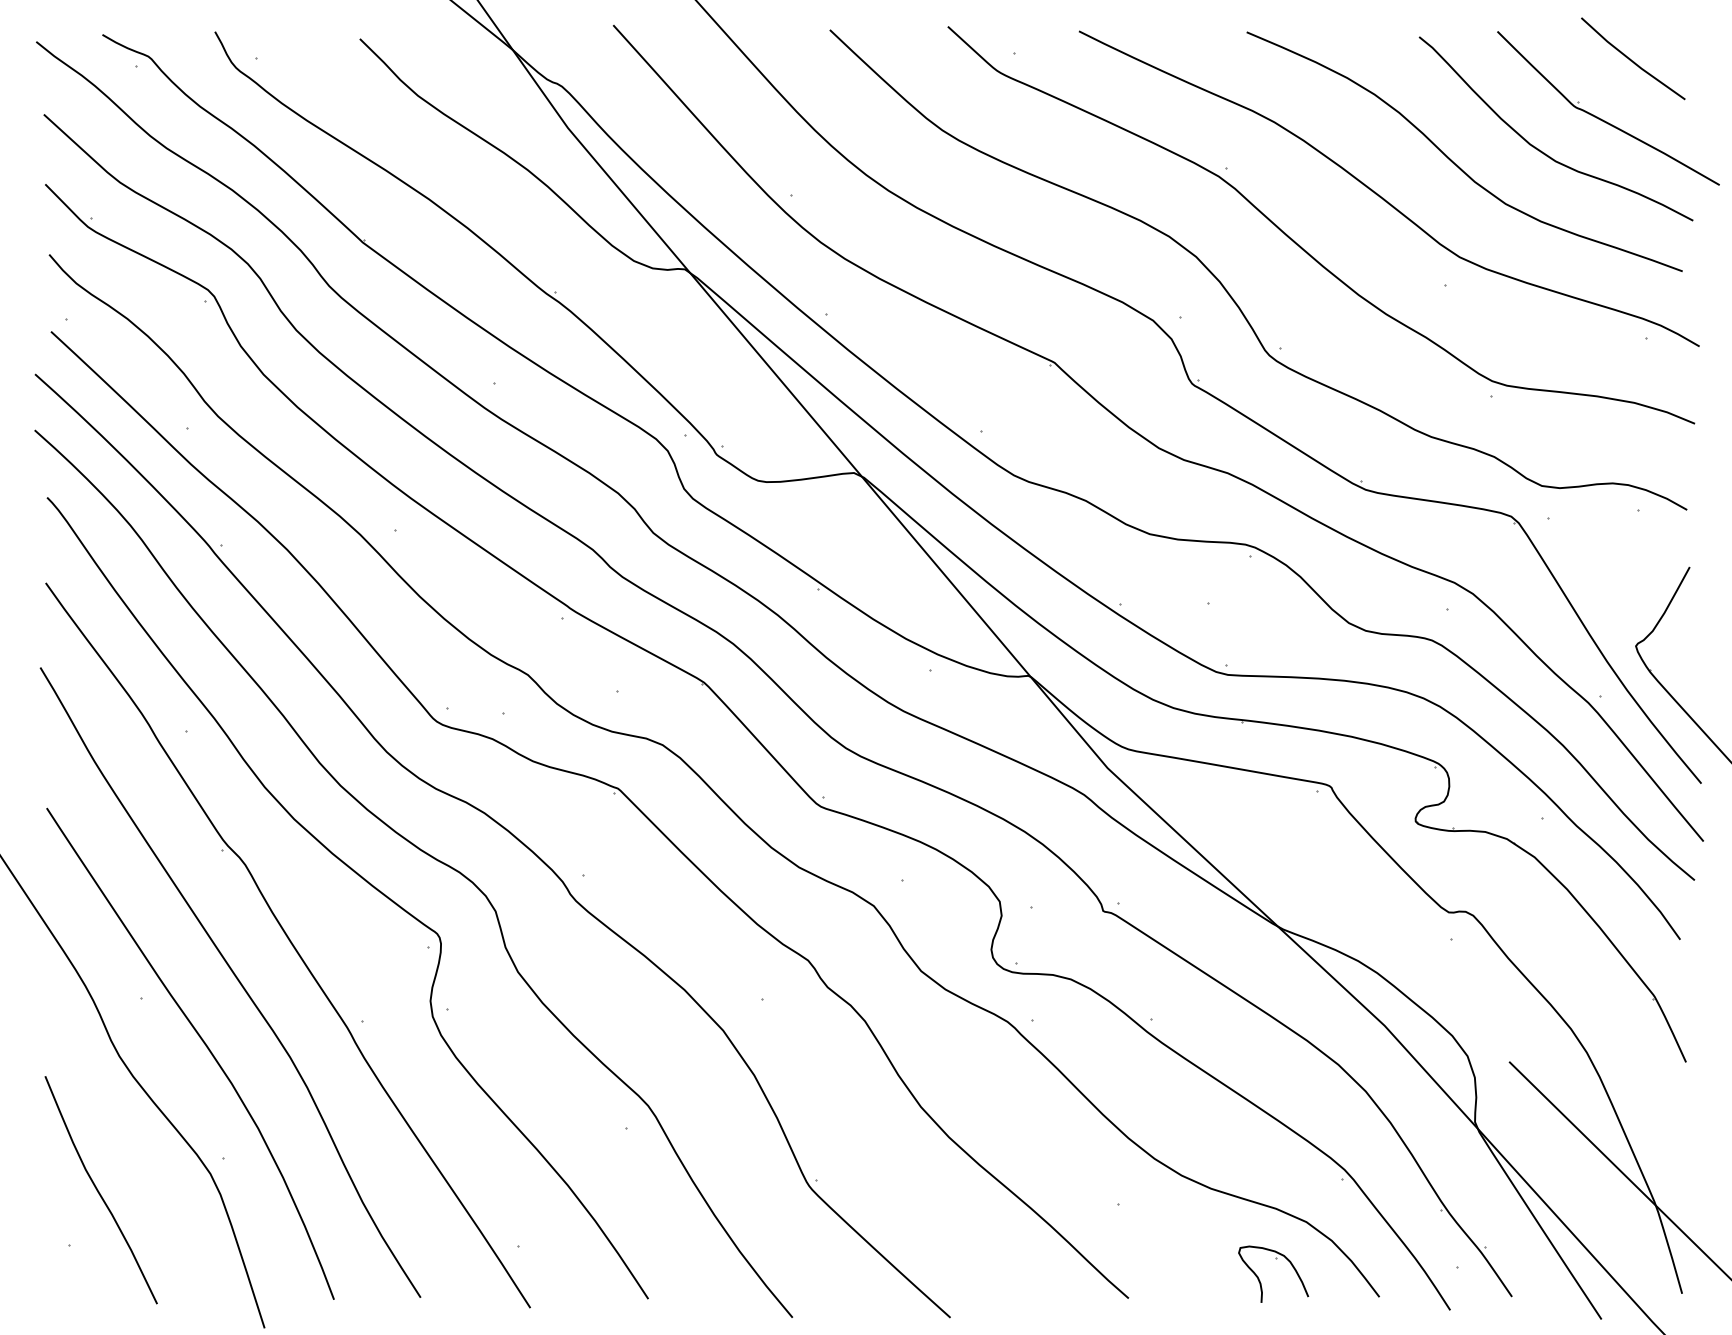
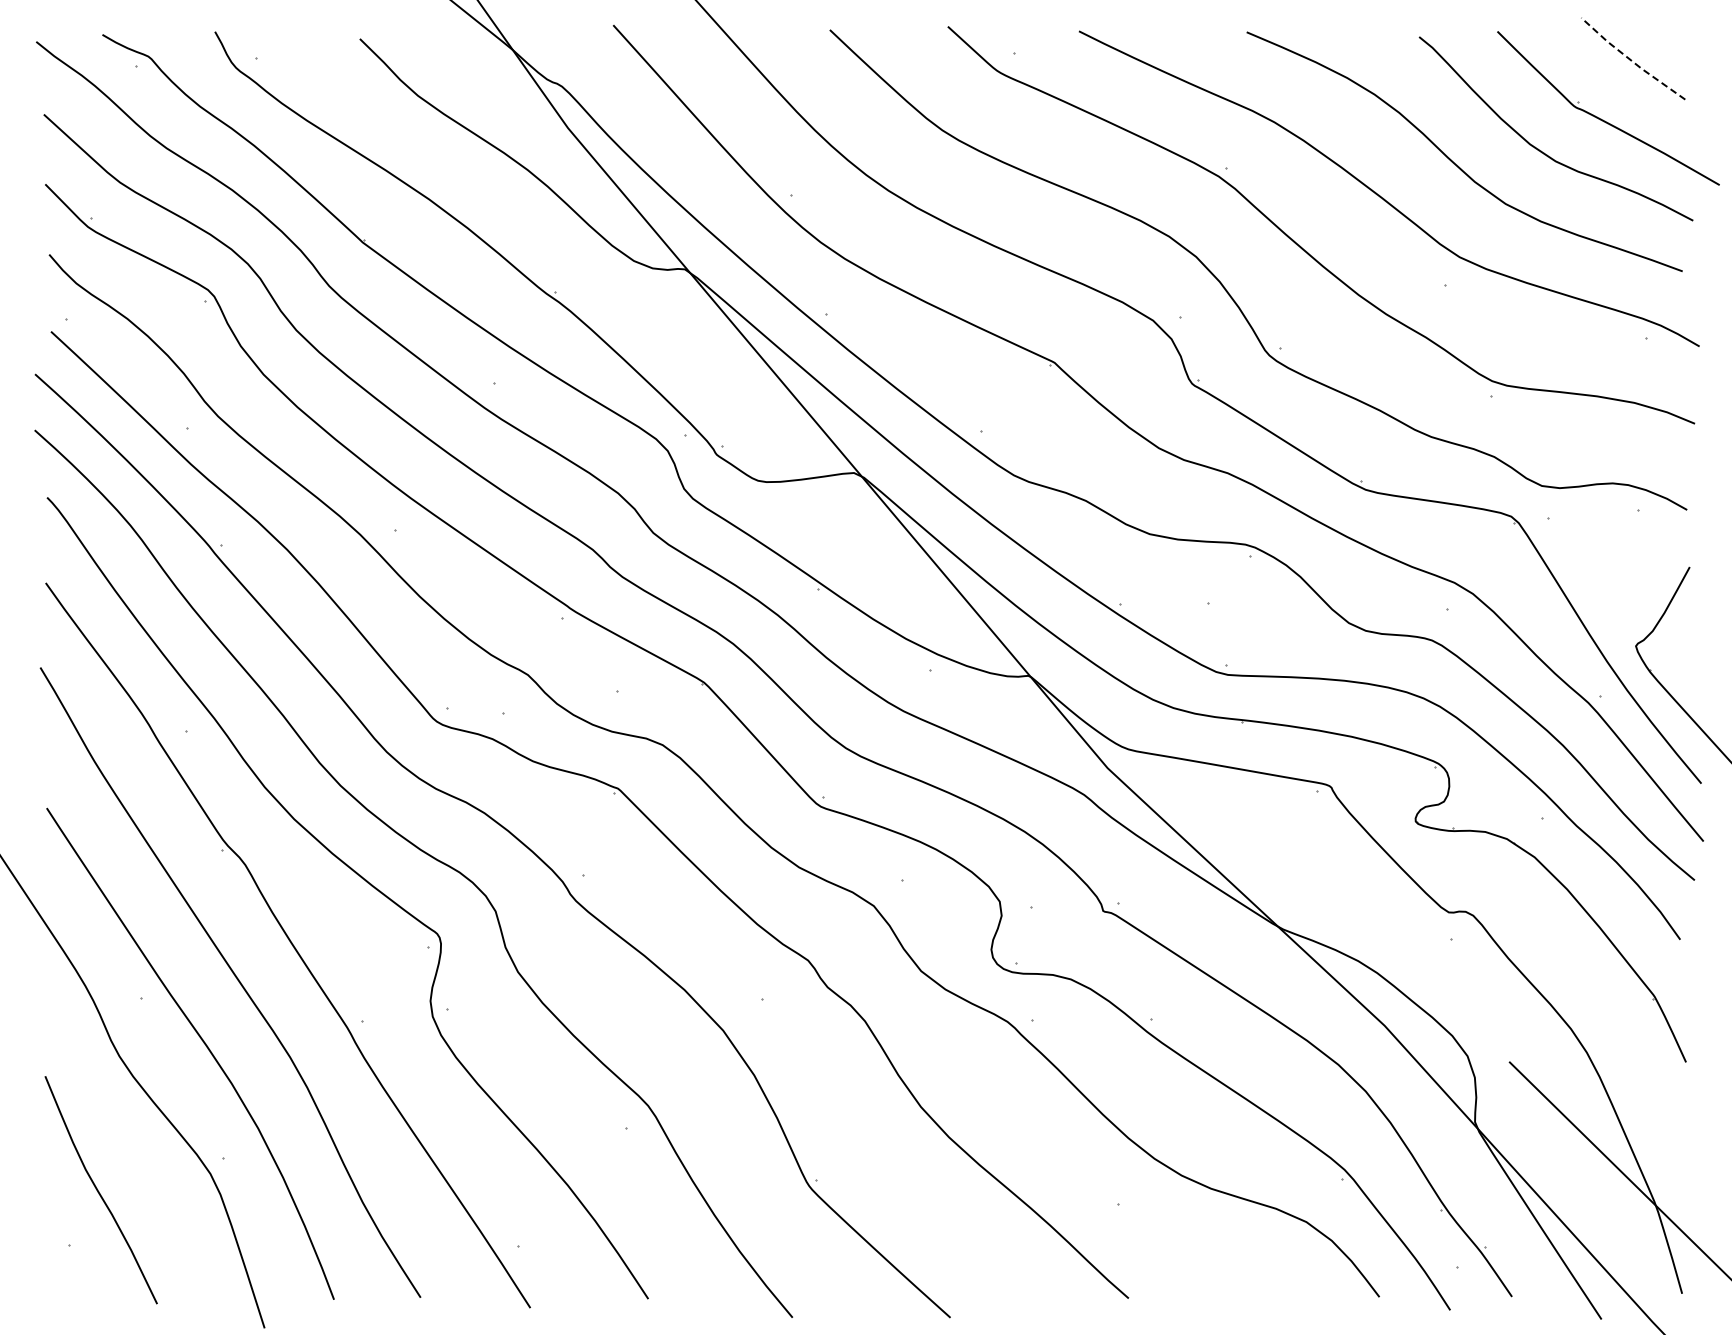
line at (1631, 60): solid -> dashed
part at (1276, 1259): present -> none
